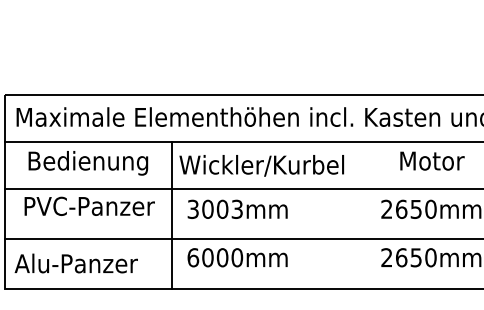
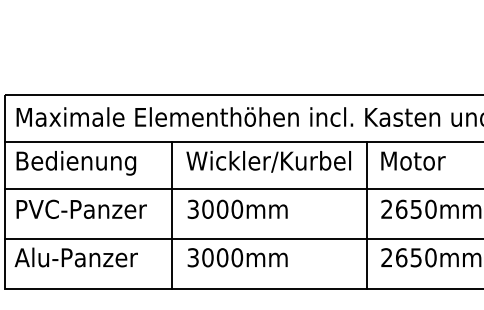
text at (432, 160) position: (432, 160) -> (413, 160)
text at (88, 163) position: (88, 163) -> (76, 163)
text at (261, 165) position: (261, 165) -> (268, 161)
text at (89, 205) position: (89, 205) -> (81, 208)
text at (237, 208): 3003mm -> 3000mm
line at (366, 215): none -> present
text at (193, 257): 6000mm -> 3000mm
text at (75, 263) position: (75, 263) -> (75, 257)
